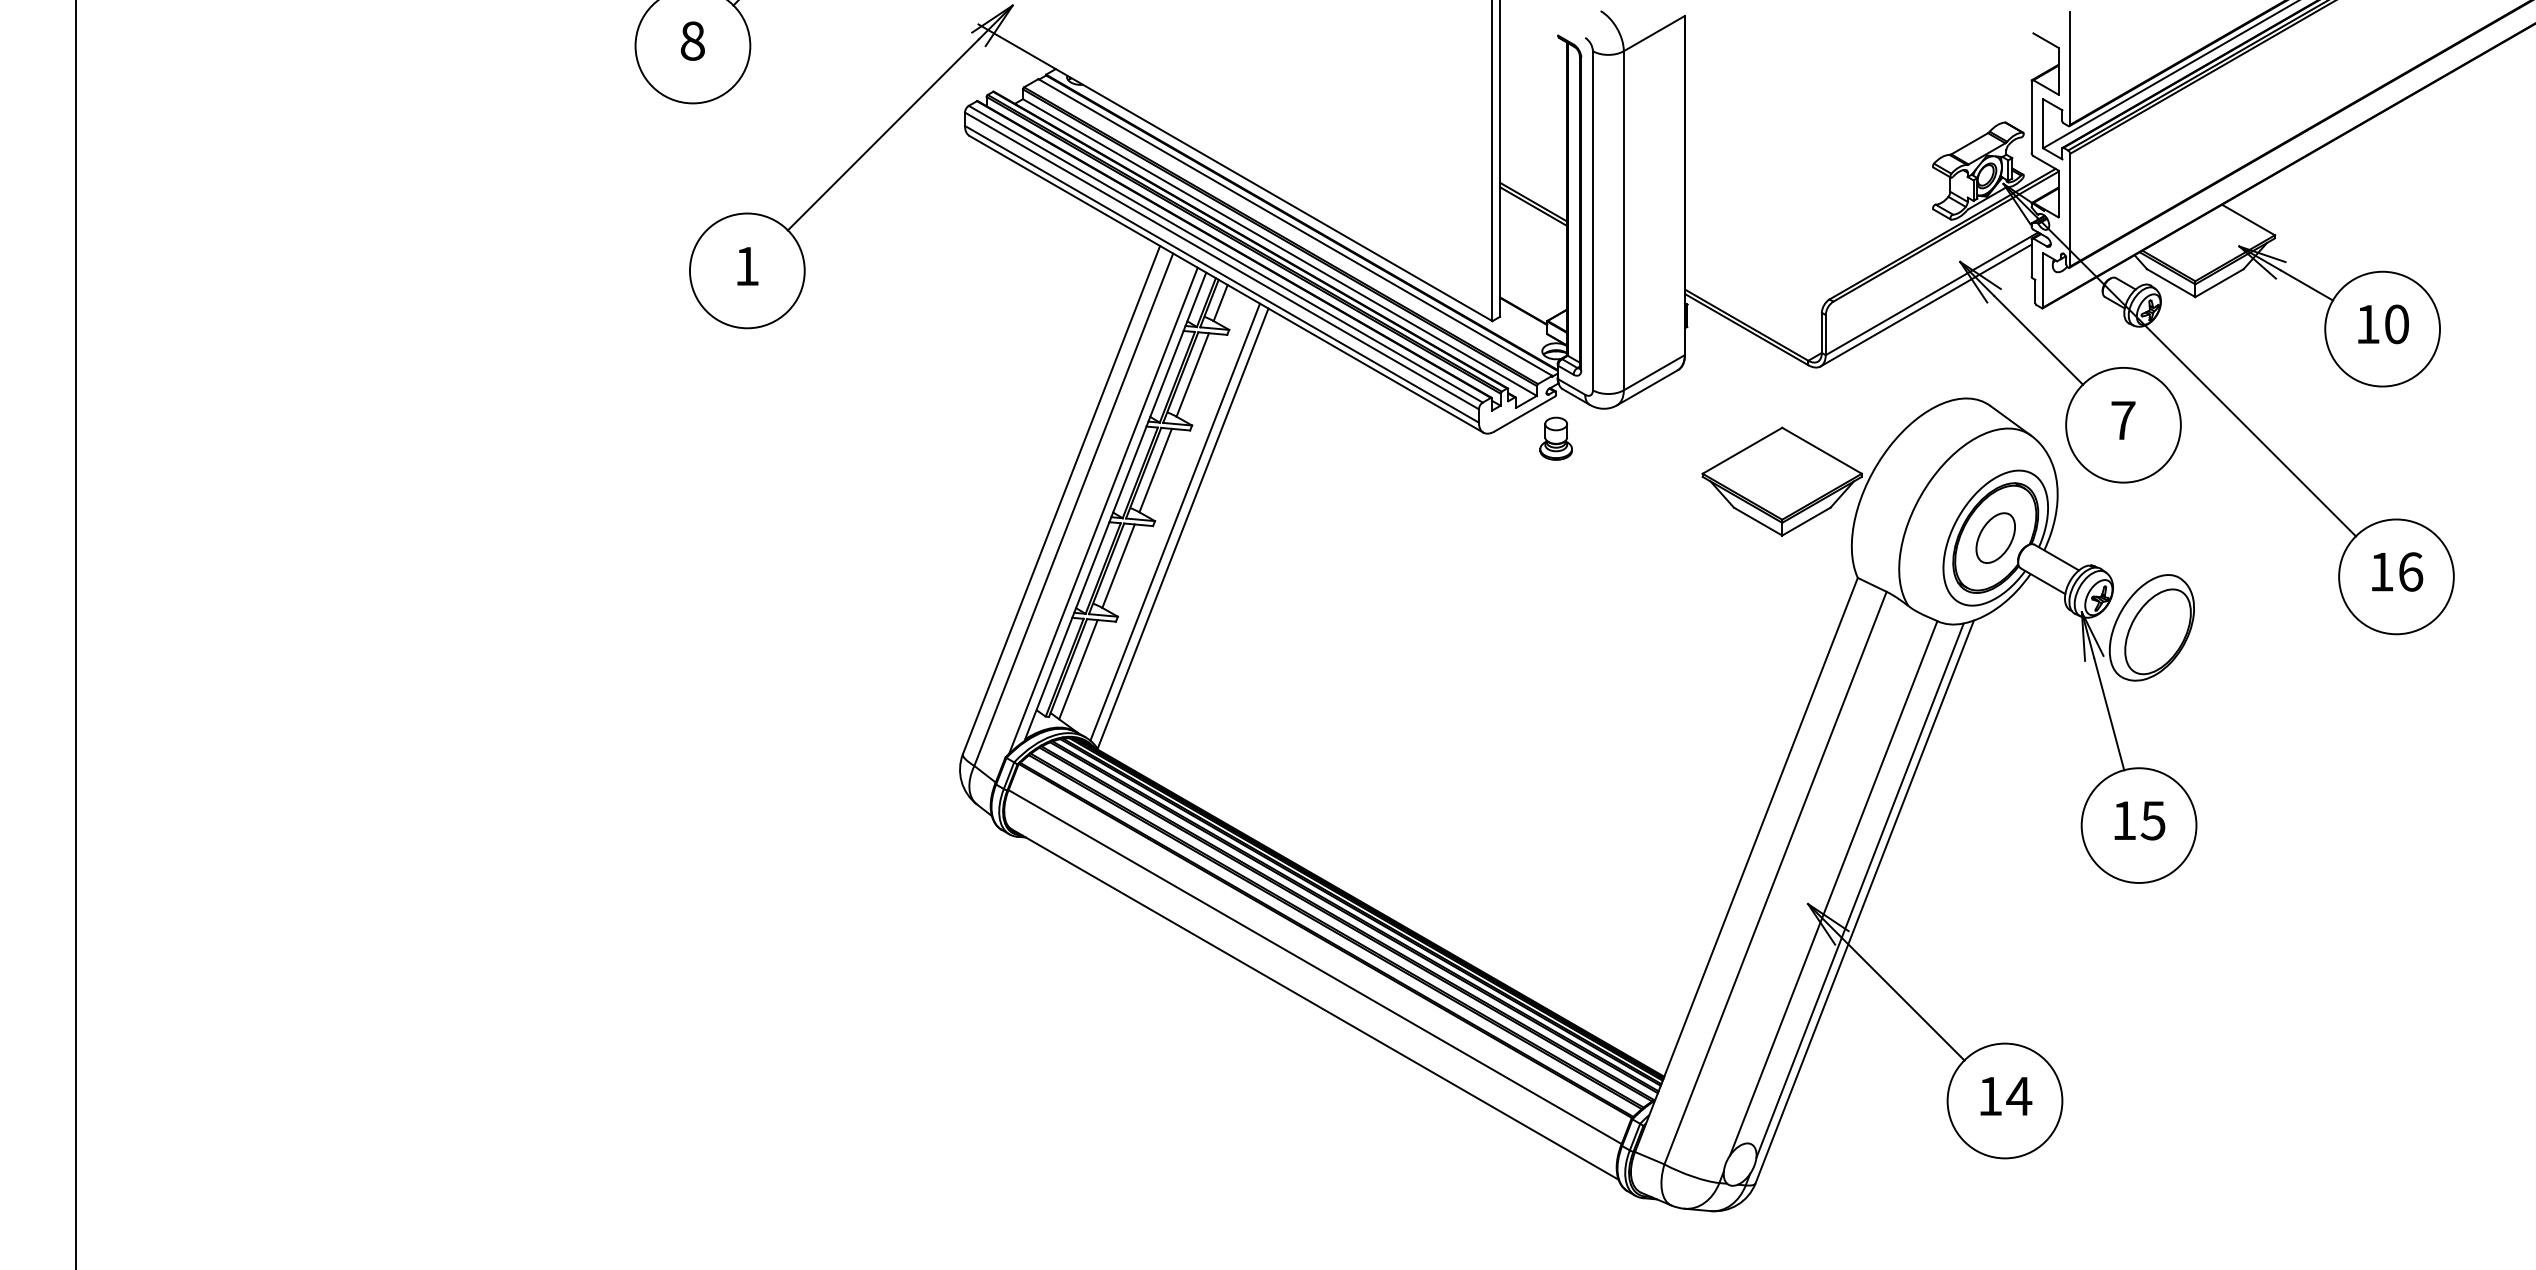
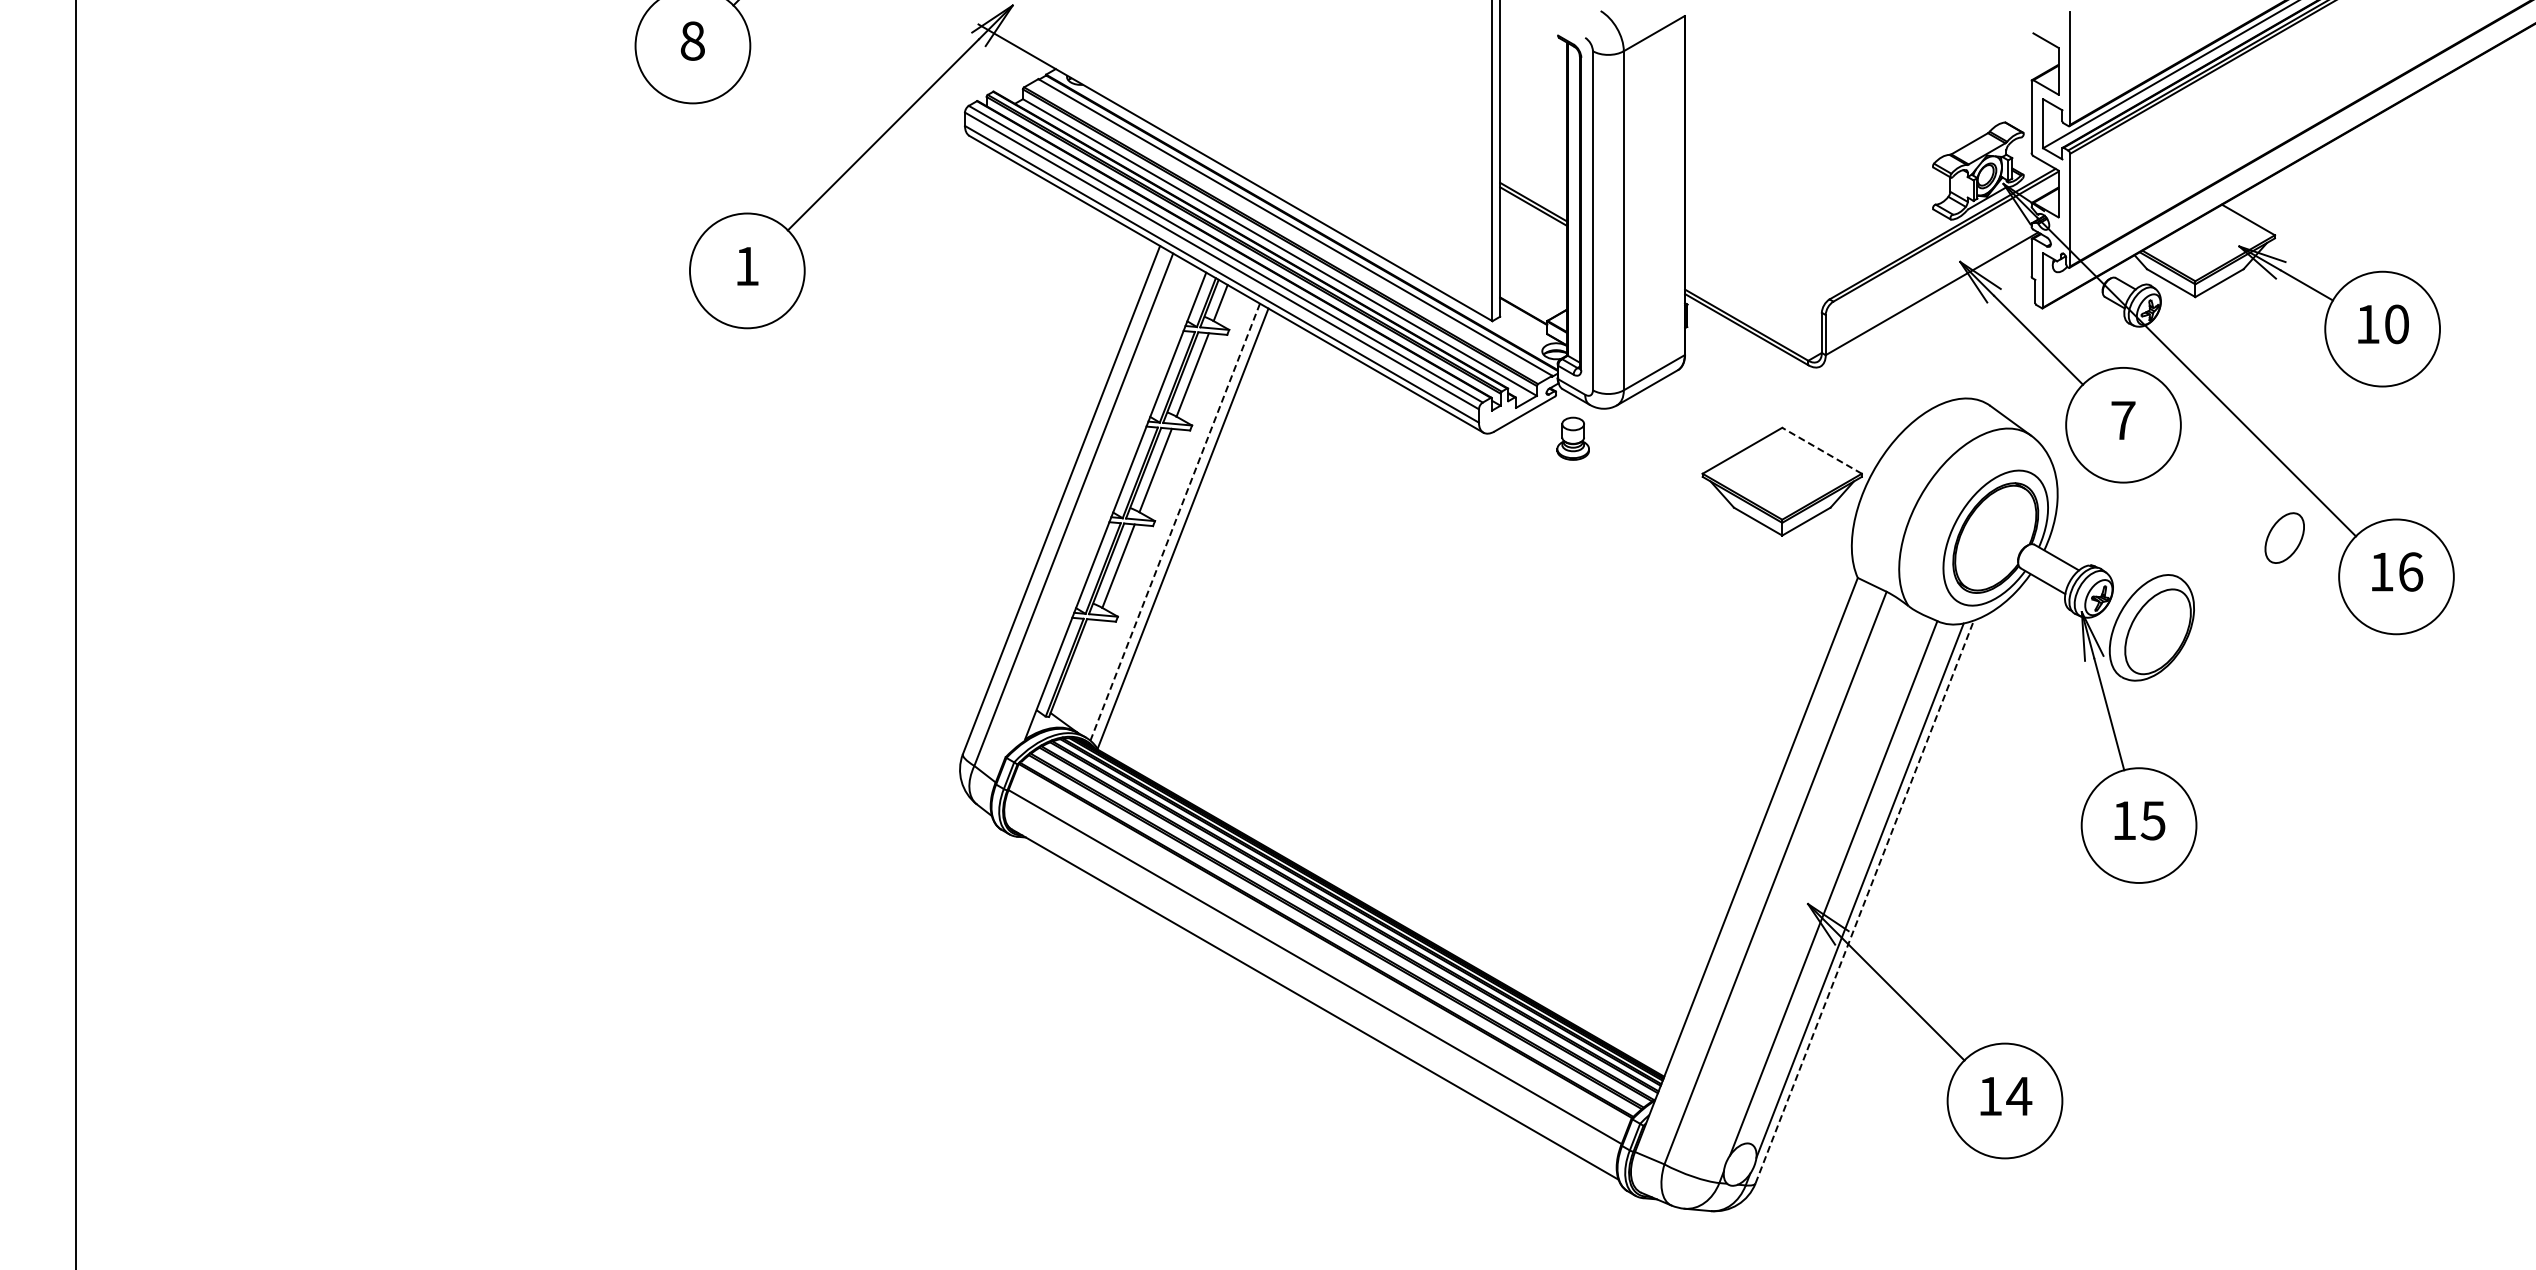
line at (1925, 305): present -> none
part at (1555, 438) position: (1555, 438) -> (1572, 438)
line at (1822, 450): solid -> dashed
line at (1103, 510): present -> none
line at (1175, 522): solid -> dashed
part at (1995, 537) position: (1995, 537) -> (2284, 537)
line at (1078, 669): present -> none
line at (1864, 901): solid -> dashed
